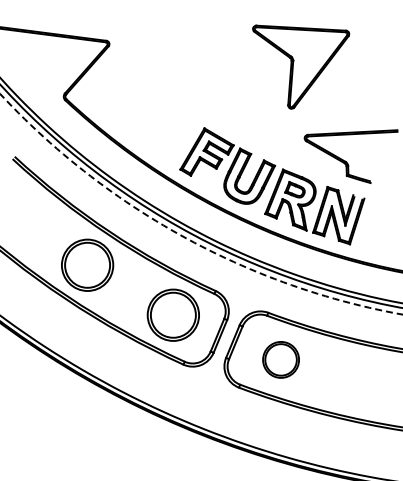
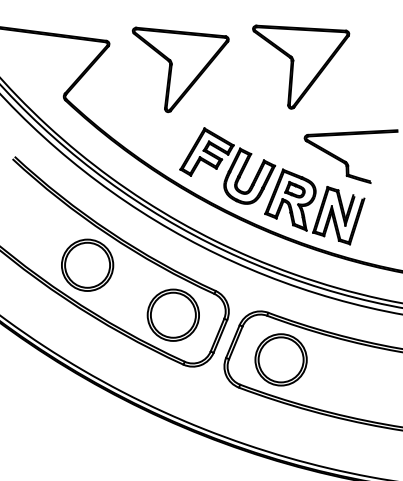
part at (180, 69): none -> present
circle at (201, 203): dashed -> solid
part at (280, 359) size: 38x38 px -> 54x54 px
